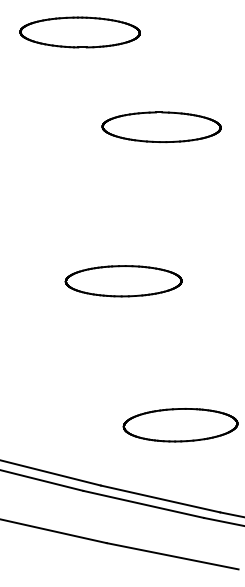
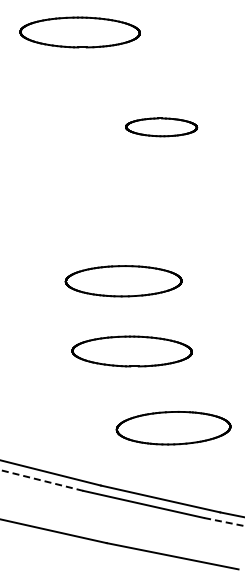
part at (161, 127) size: 121x33 px -> 74x21 px
part at (131, 351): none -> present
part at (180, 425) position: (180, 425) -> (173, 428)
line at (41, 480): solid -> dashed
line at (224, 522): solid -> dashed
